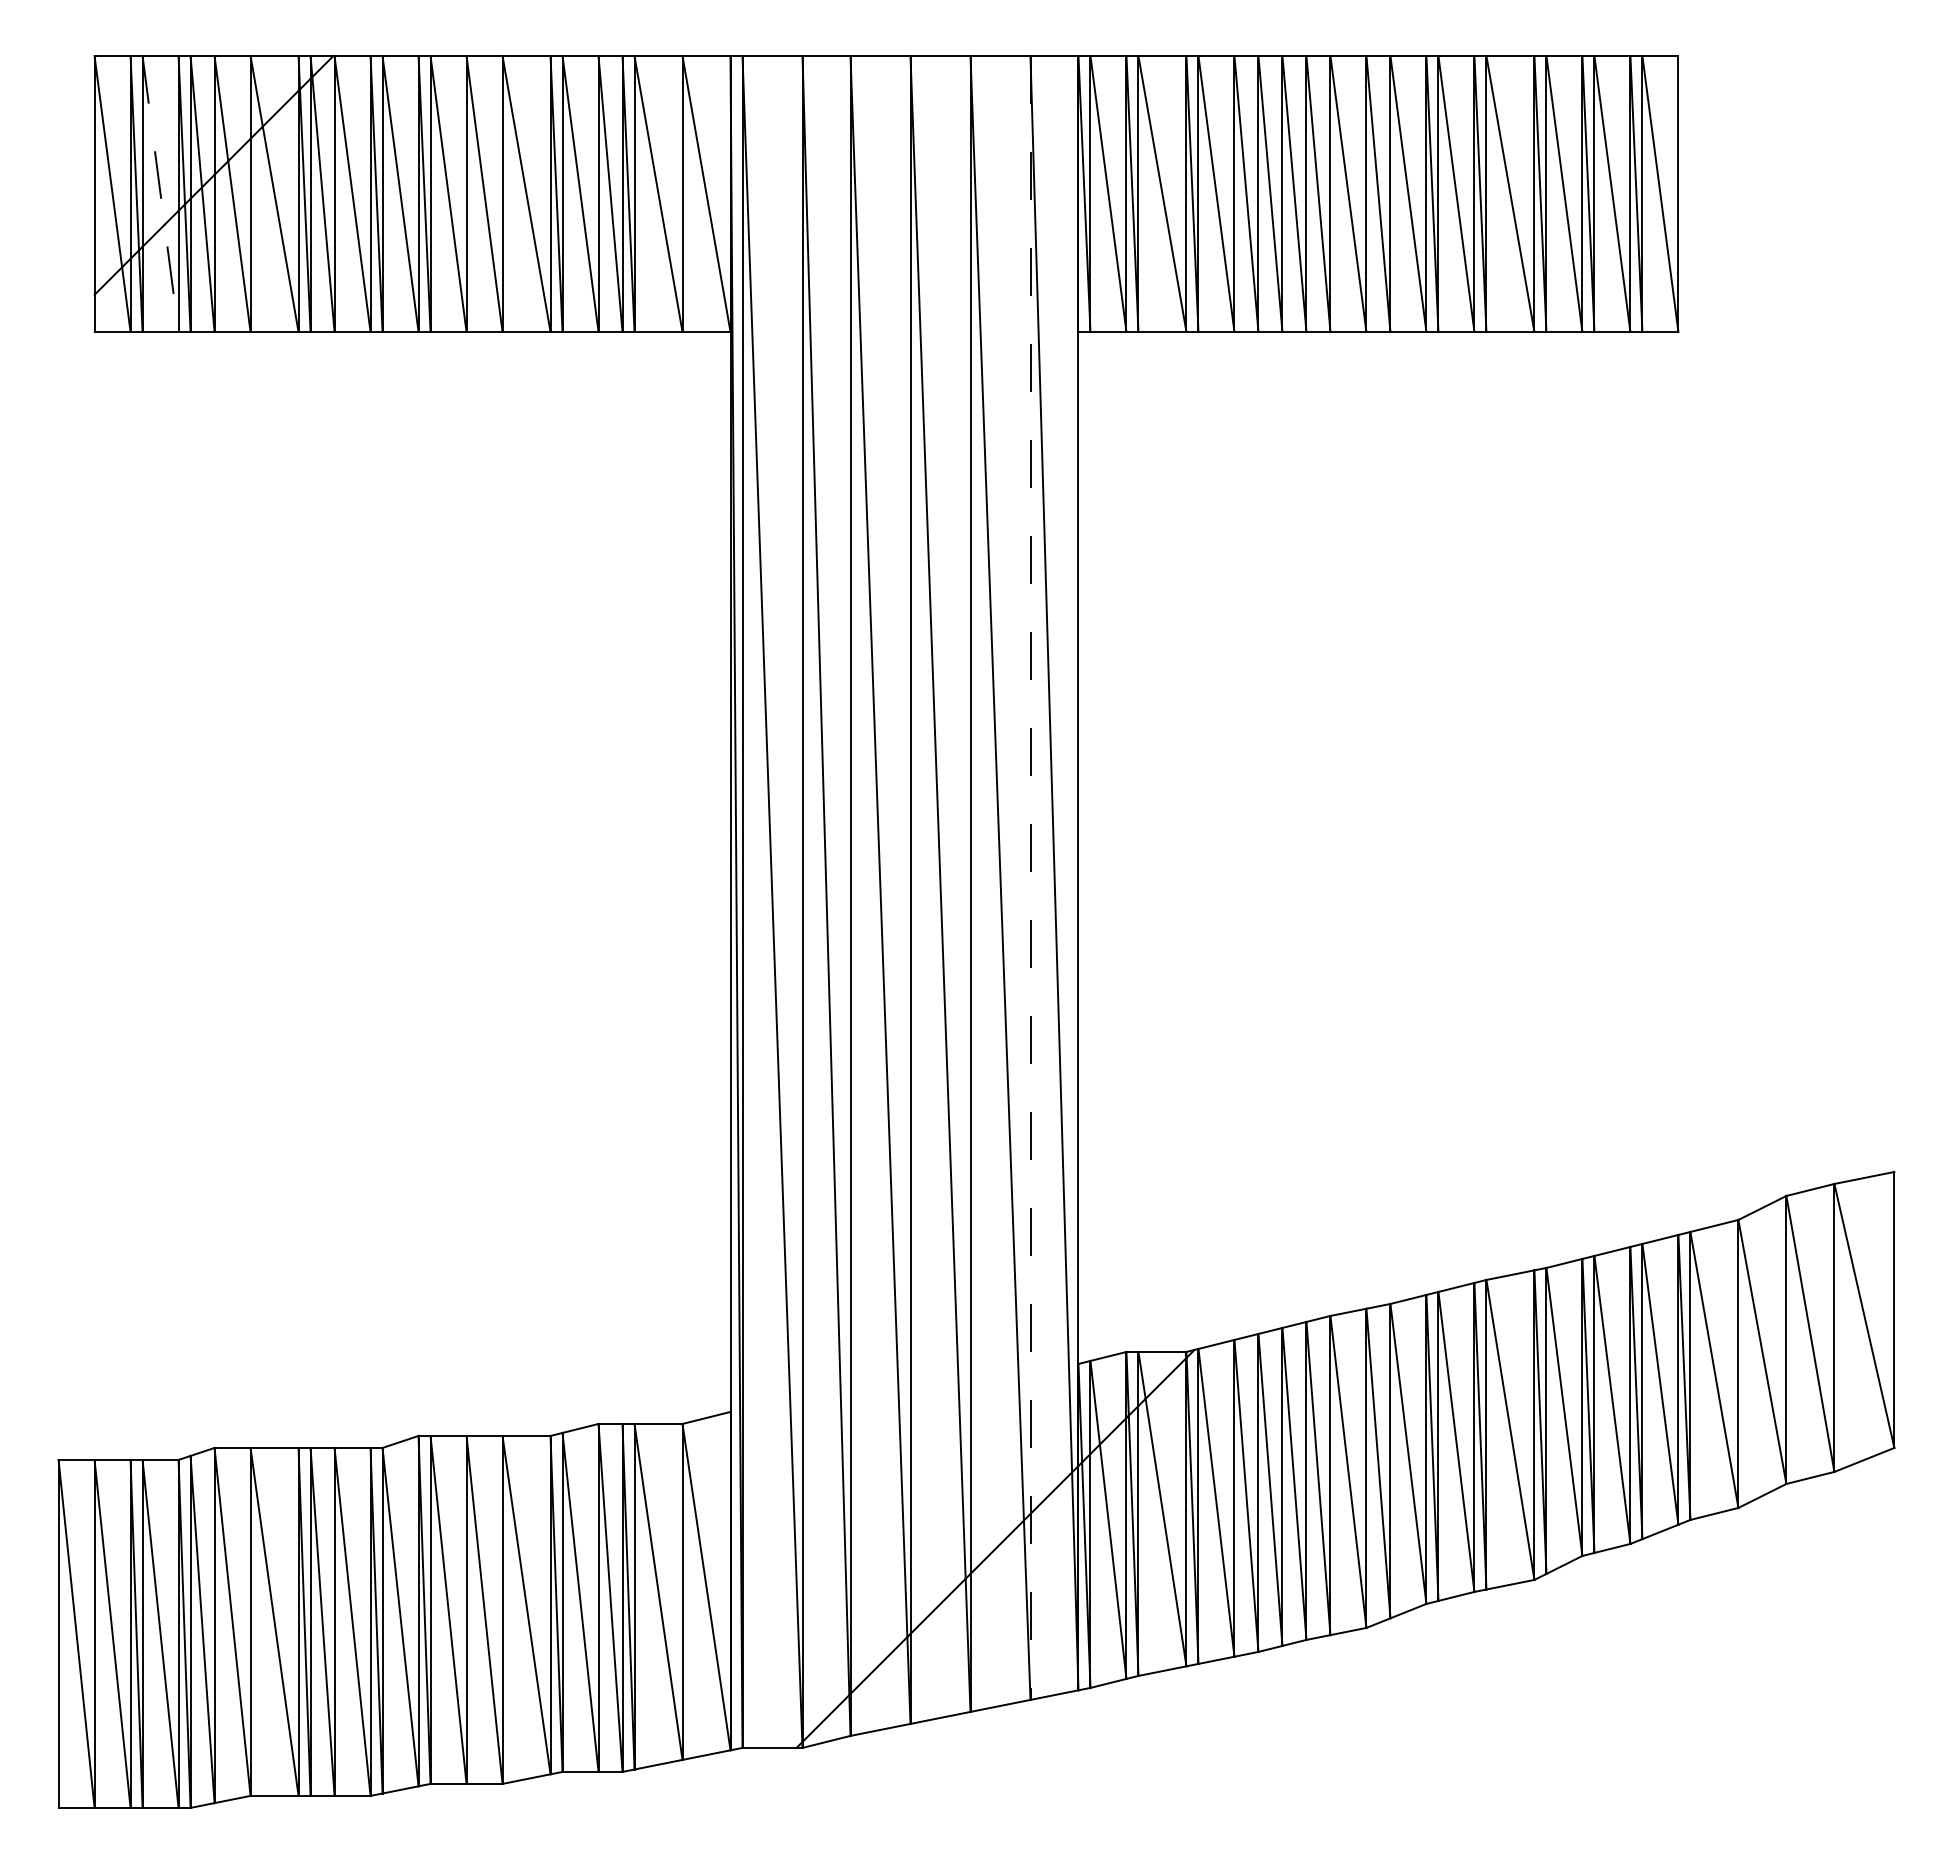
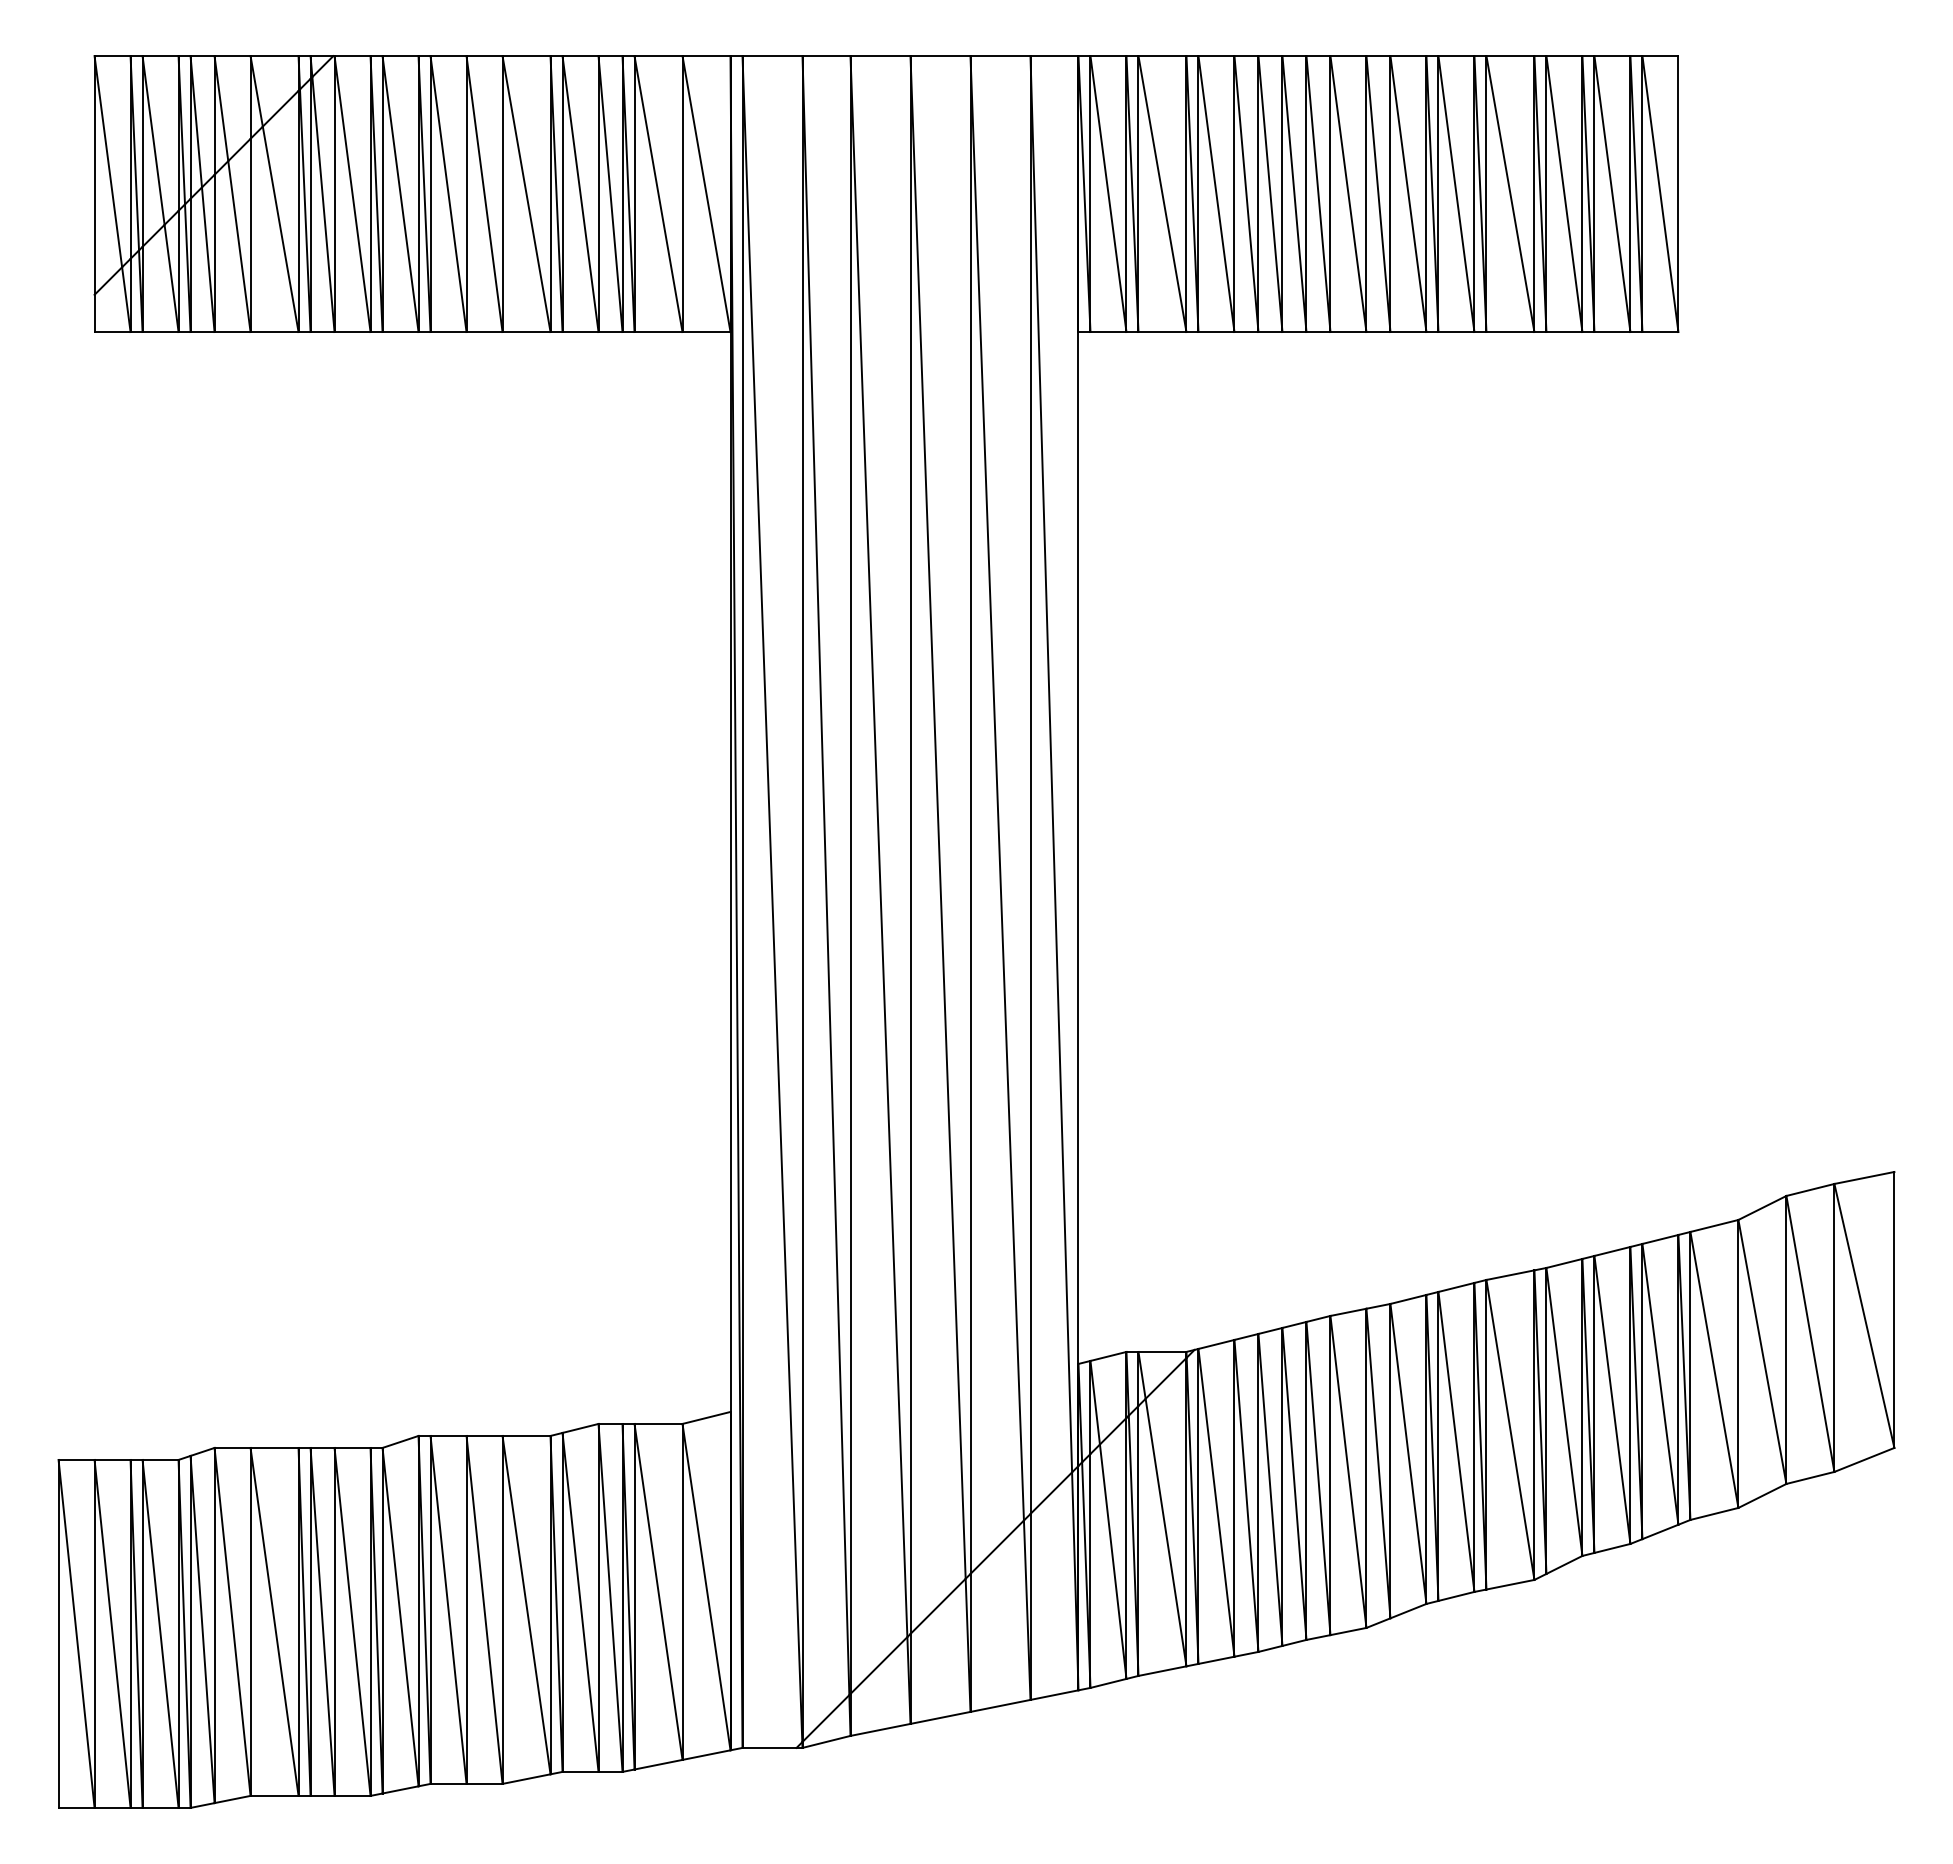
line at (160, 194): dashed -> solid
line at (1030, 878): dashed -> solid
